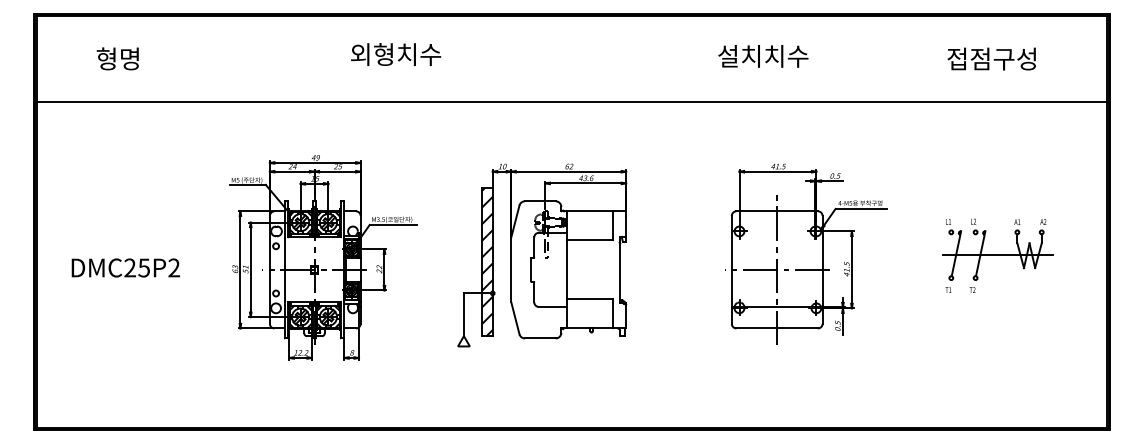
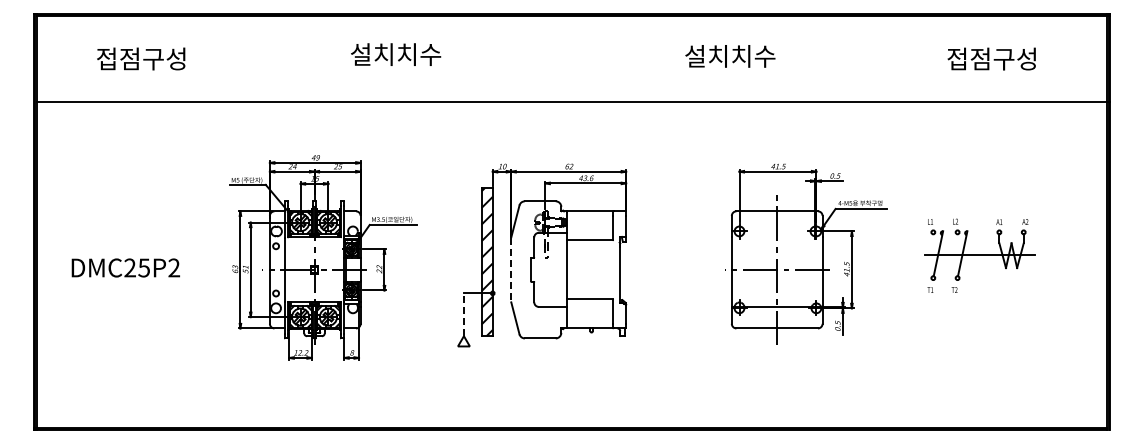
text at (371, 54): 외형치수 -> 설치치수
text at (763, 56) position: (763, 56) -> (730, 56)
text at (140, 58): 형명 -> 접점구성
part at (997, 255) position: (997, 255) -> (979, 255)
line at (511, 270): solid -> dashed
line at (463, 314): solid -> dashed
